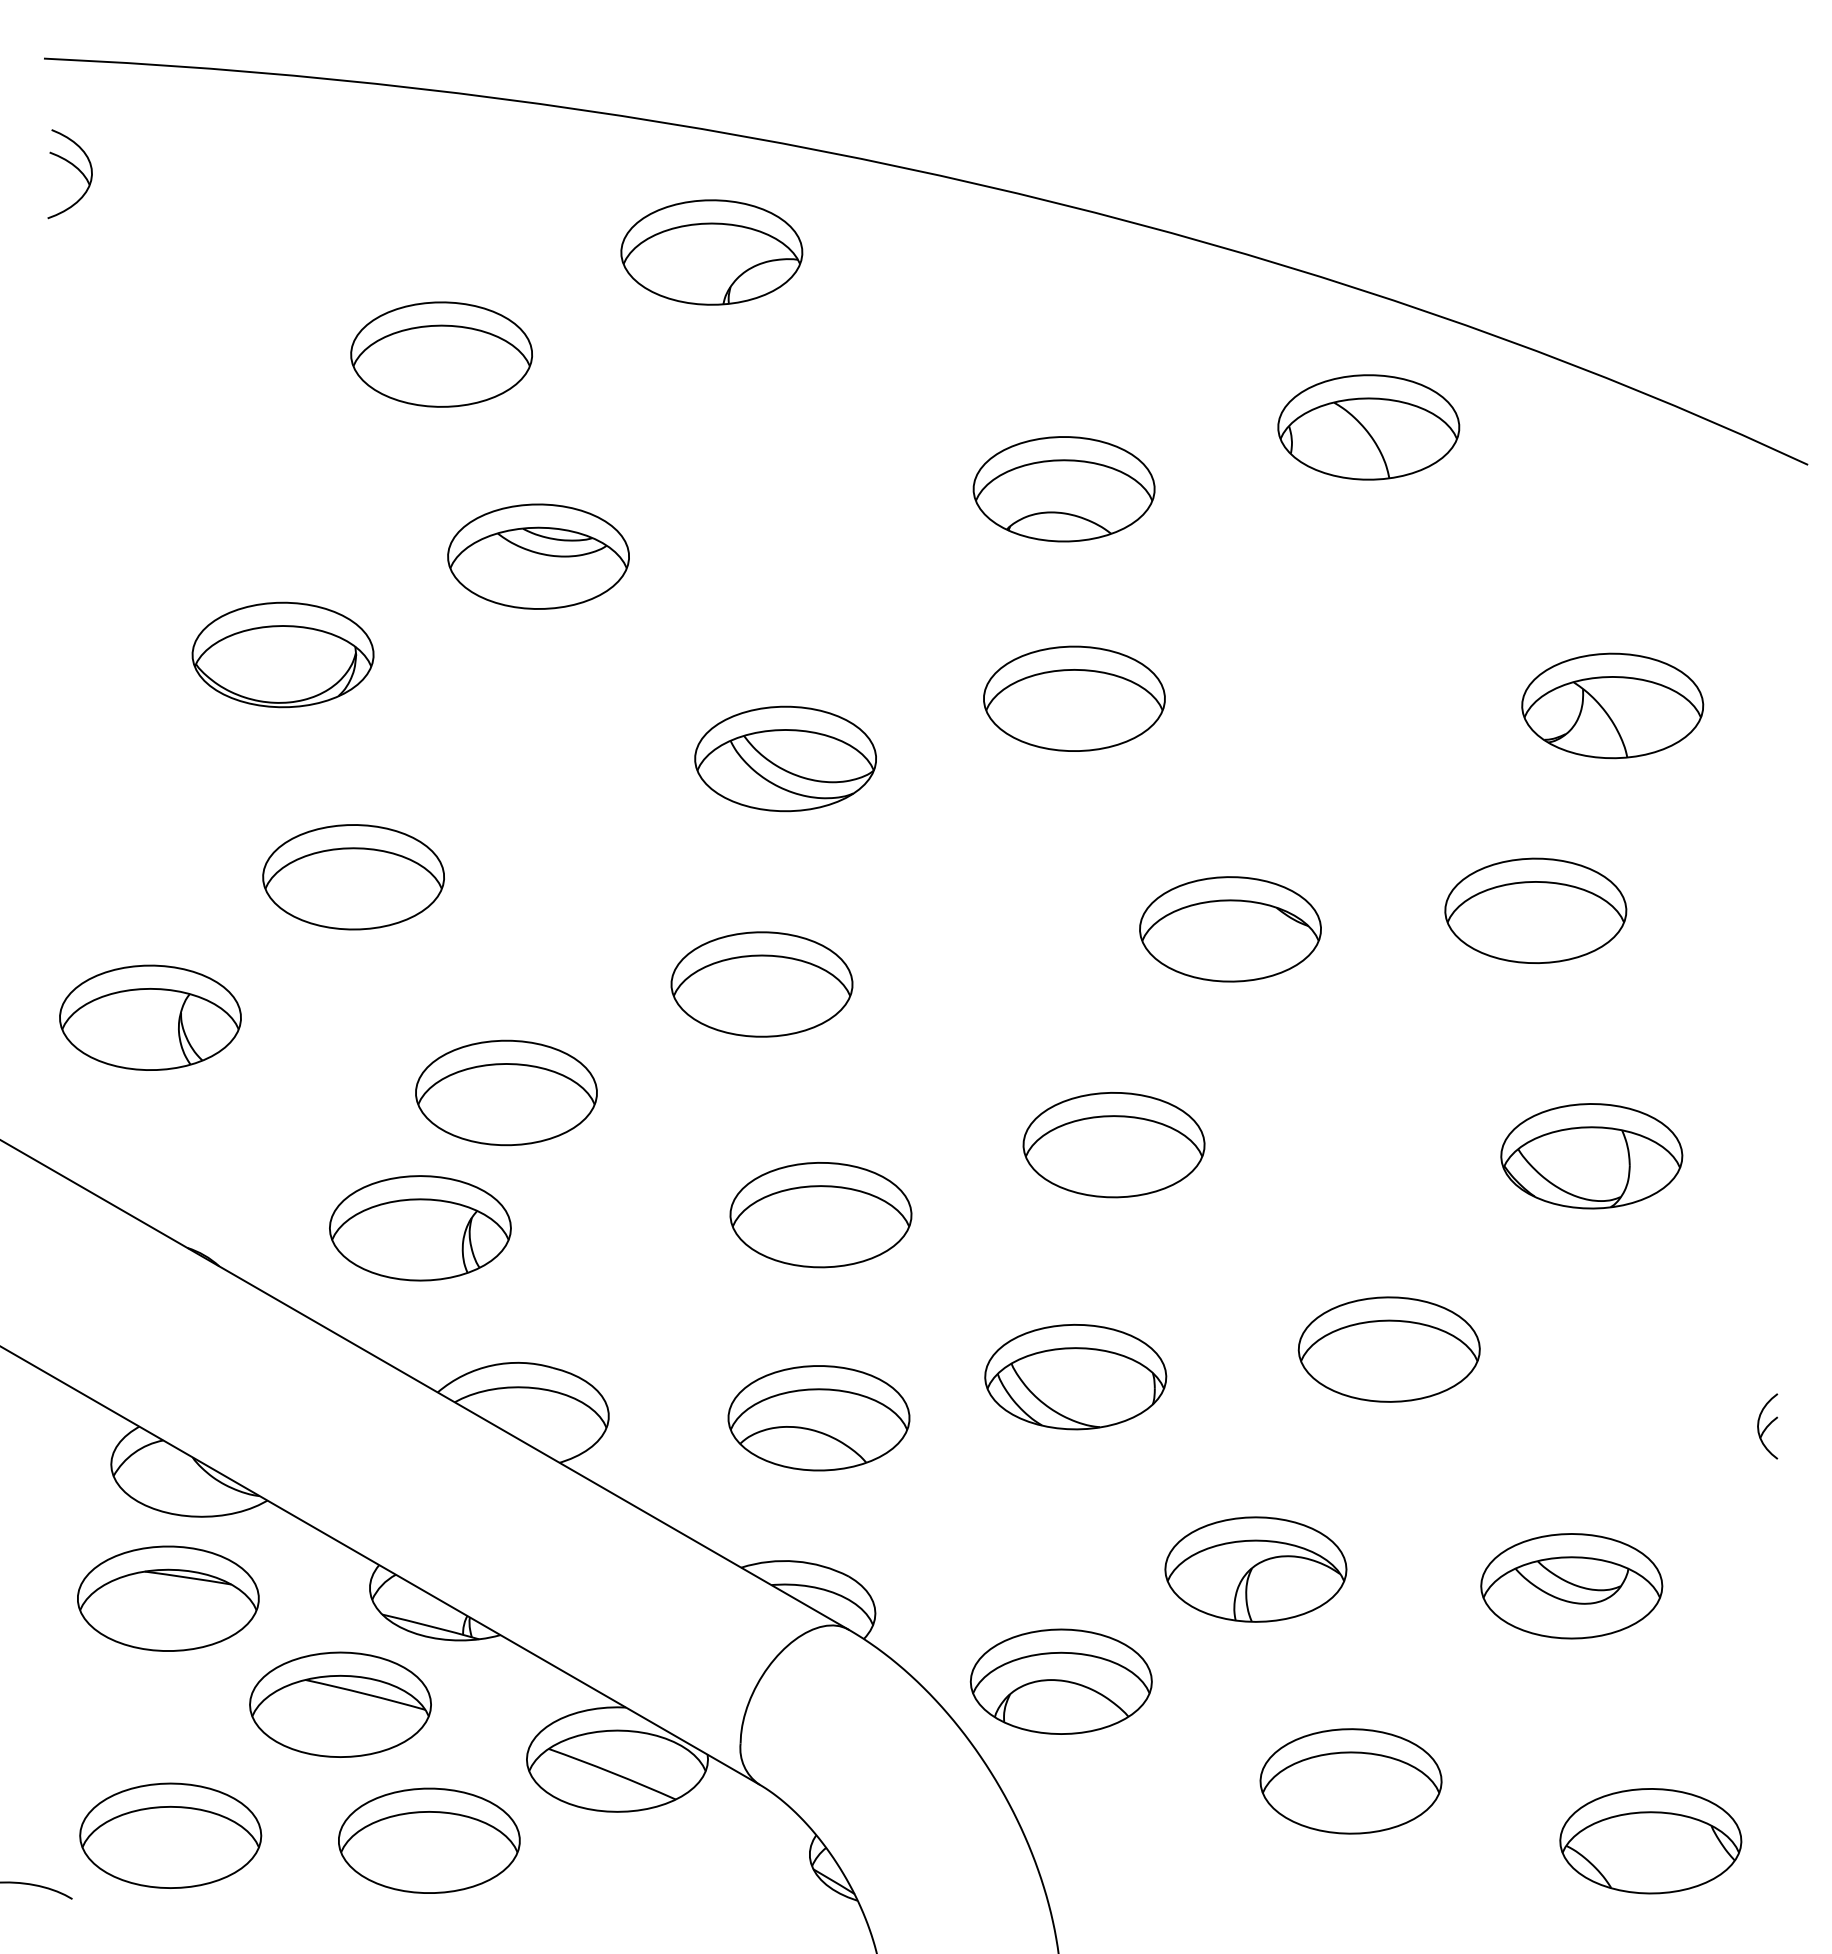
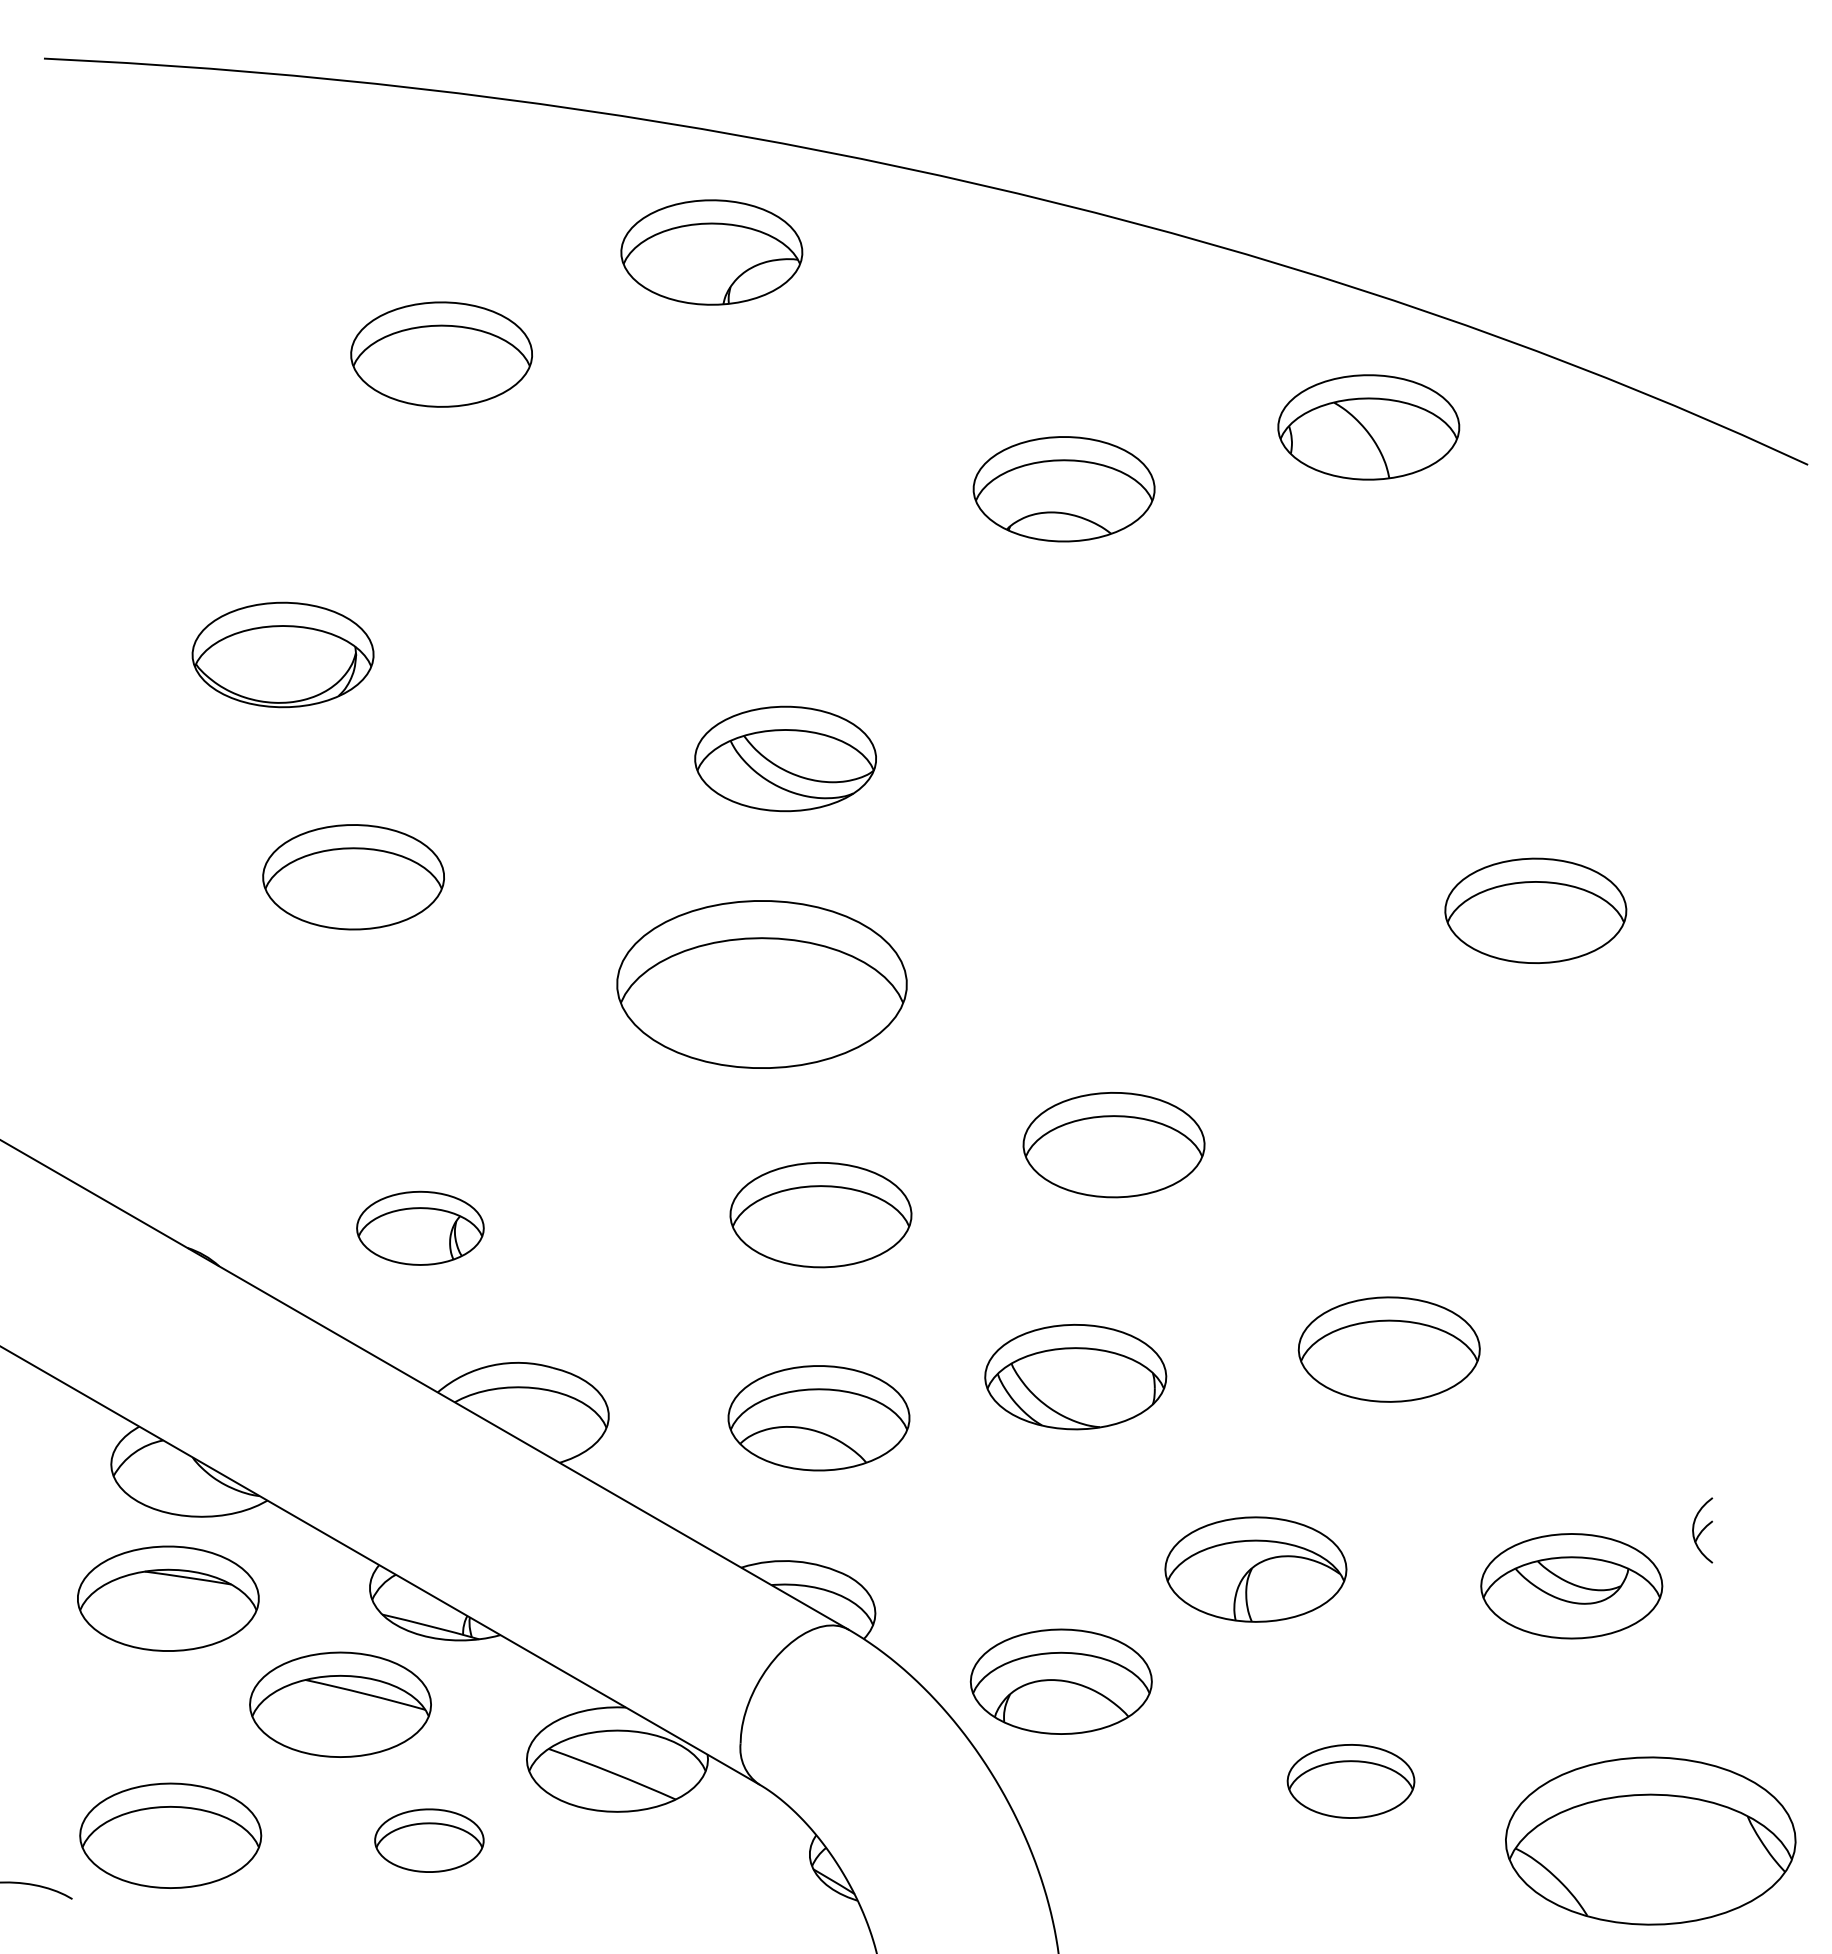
part at (74, 167): present -> none
part at (538, 556): present -> none
part at (1074, 698): present -> none
part at (1612, 705): present -> none
part at (1230, 929): present -> none
part at (761, 984) size: 184x107 px -> 292x169 px
part at (150, 1017): present -> none
part at (506, 1092): present -> none
part at (1591, 1156): present -> none
part at (420, 1228) size: 183x107 px -> 129x76 px
part at (1767, 1426) position: (1767, 1426) -> (1702, 1530)
part at (1350, 1781) size: 184x107 px -> 130x75 px
part at (429, 1840) size: 183x107 px -> 111x65 px
part at (1650, 1841) size: 184x107 px -> 292x170 px
